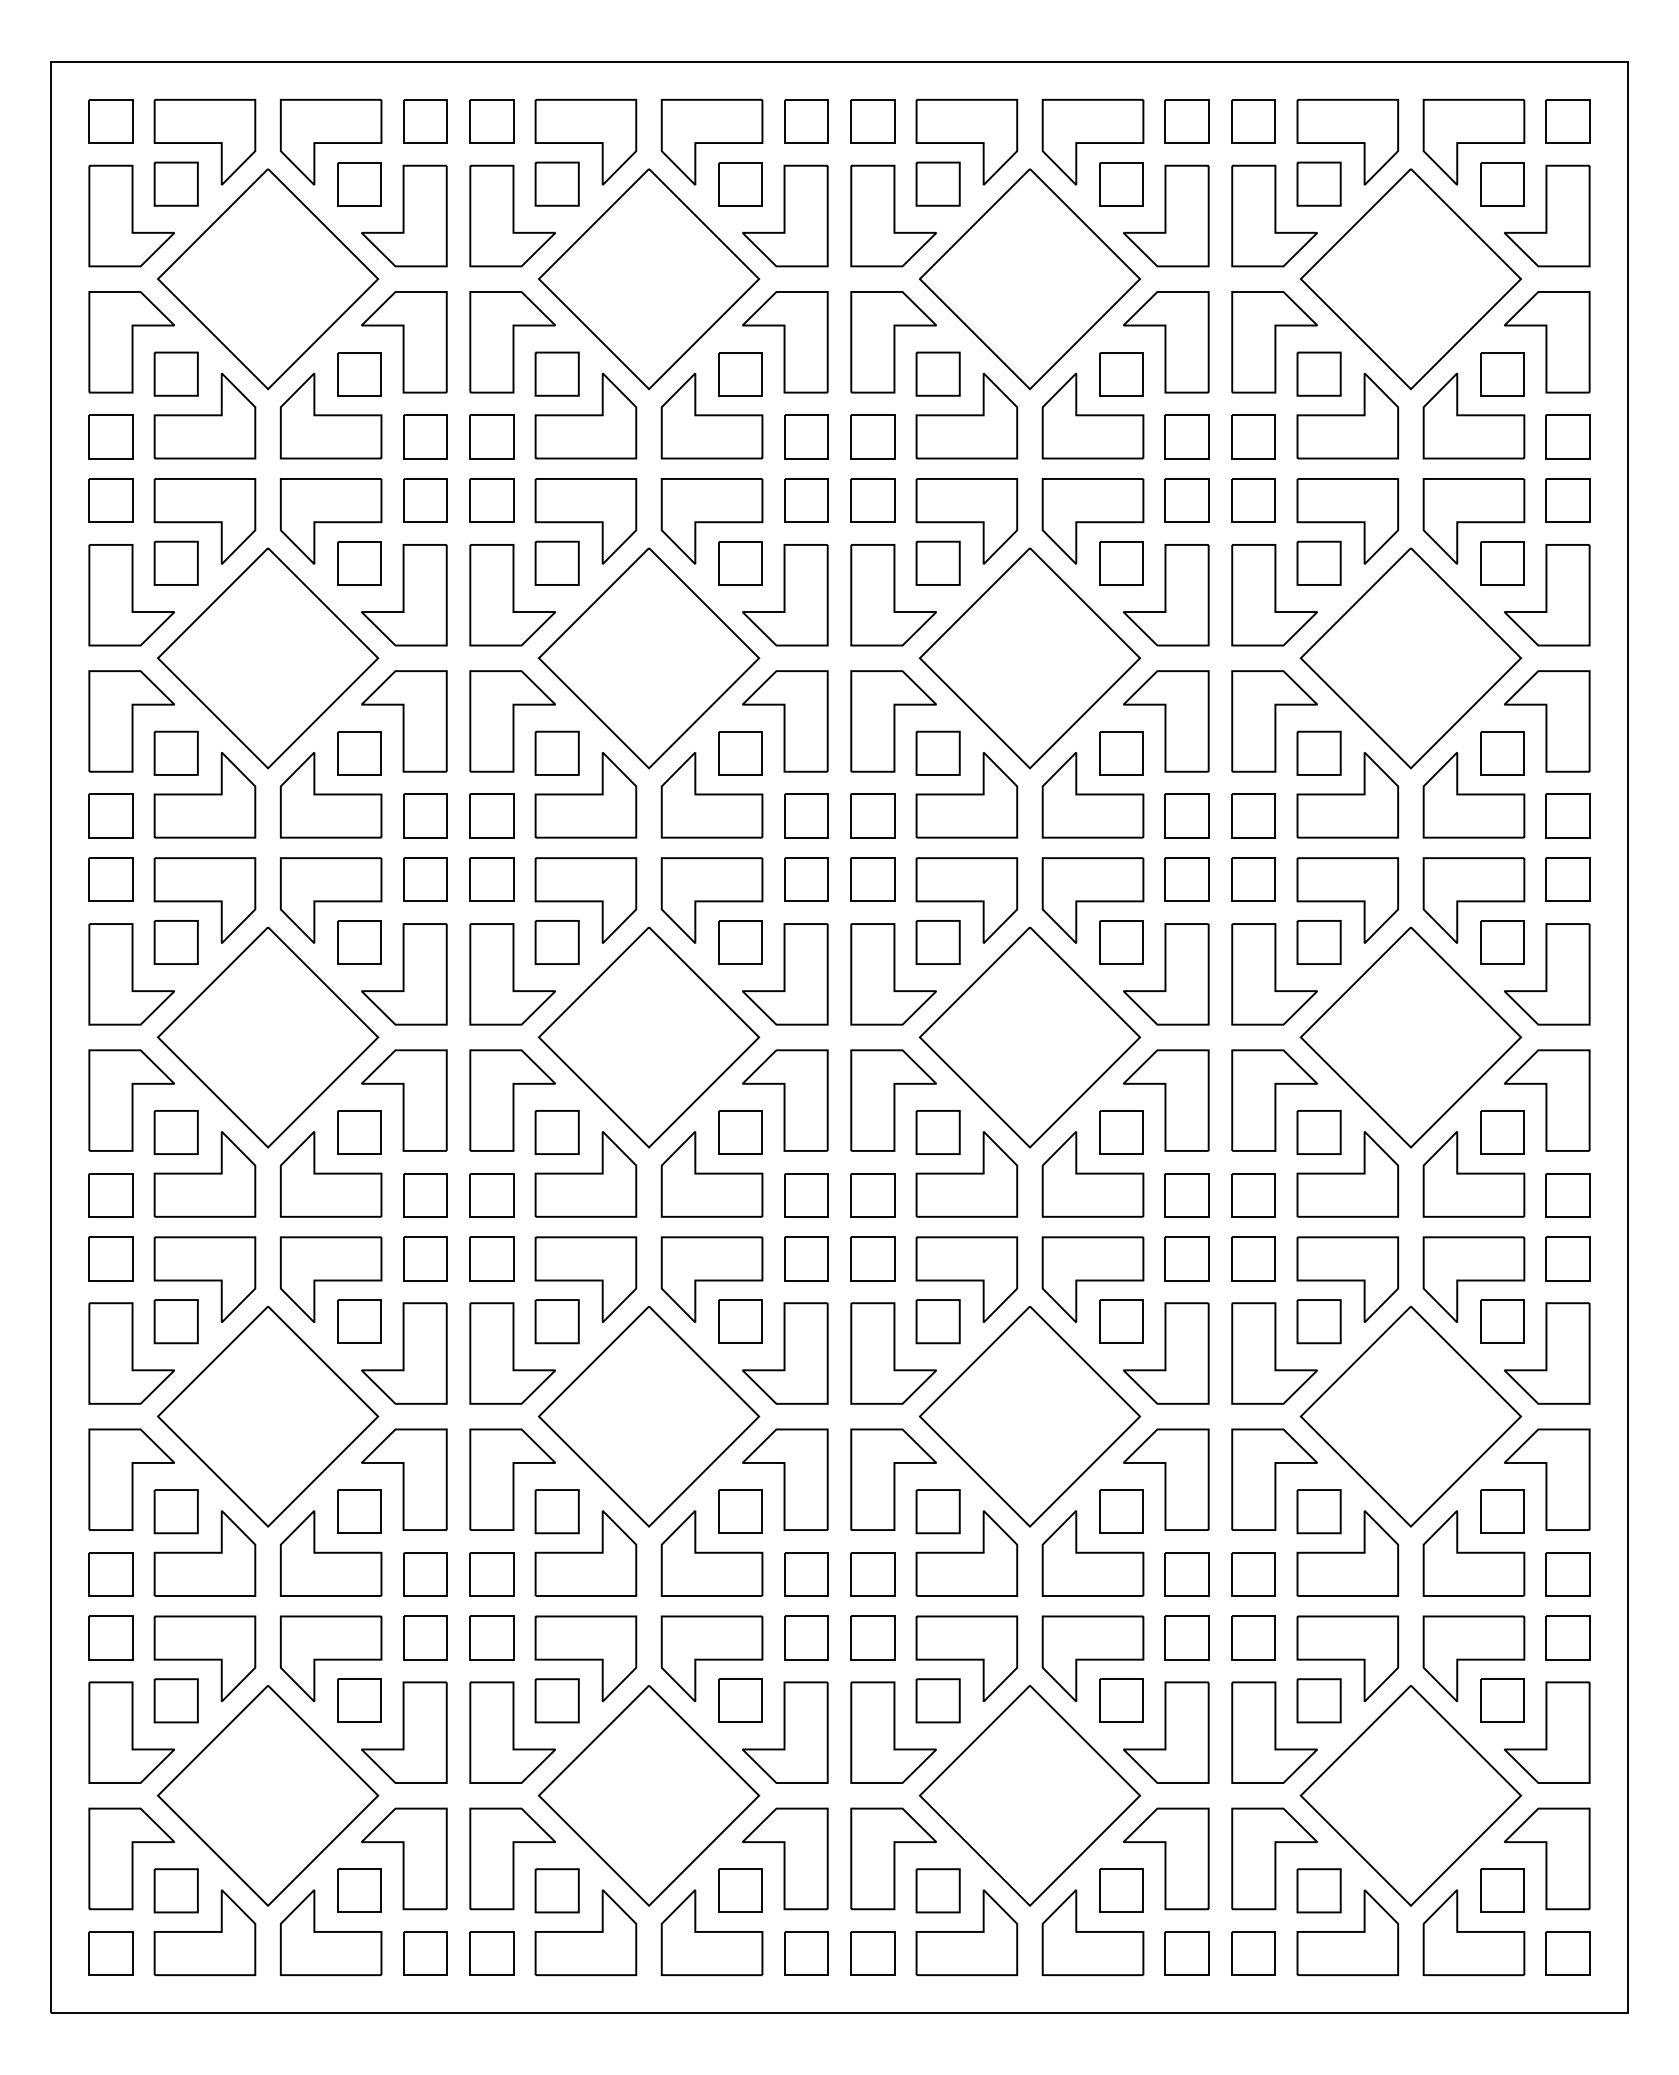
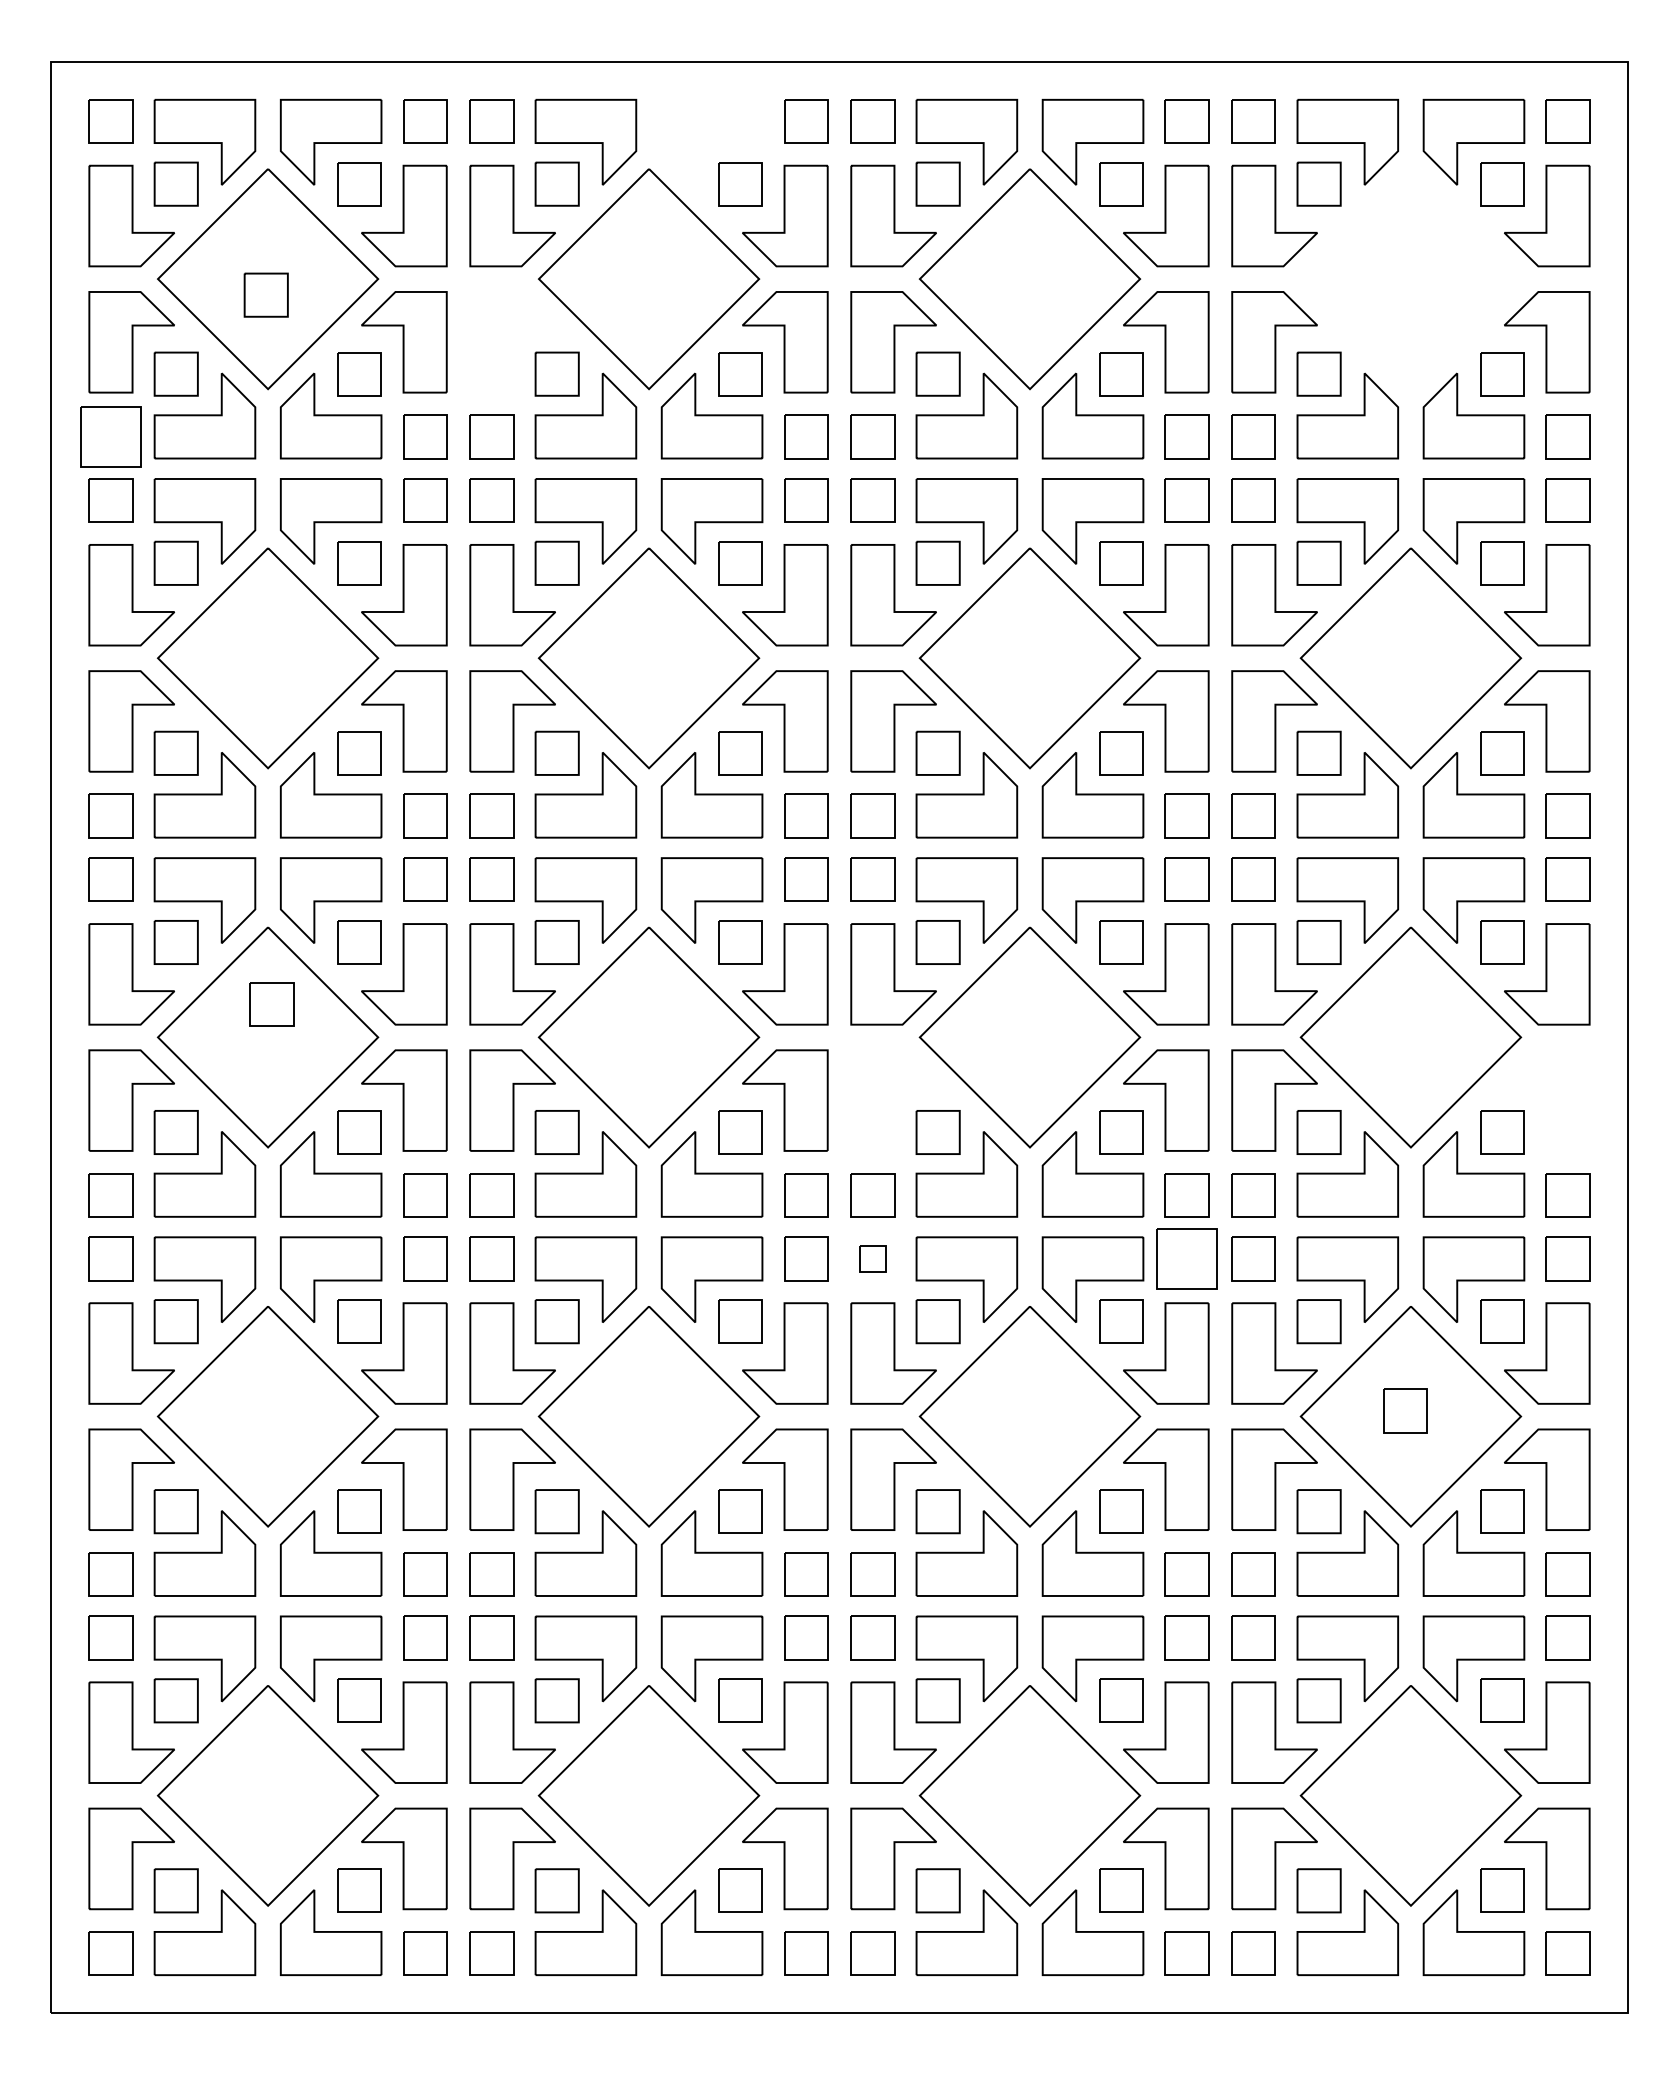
part at (711, 141): present -> none
part at (1410, 279): present -> none
part at (265, 294): none -> present
part at (512, 342): present -> none
part at (110, 436) size: 46x46 px -> 62x62 px
part at (271, 1004): none -> present
part at (893, 1100): present -> none
part at (1547, 1100): present -> none
part at (872, 1258) size: 46x46 px -> 28x28 px
part at (1186, 1258) size: 46x46 px -> 62x62 px
part at (1405, 1410): none -> present
